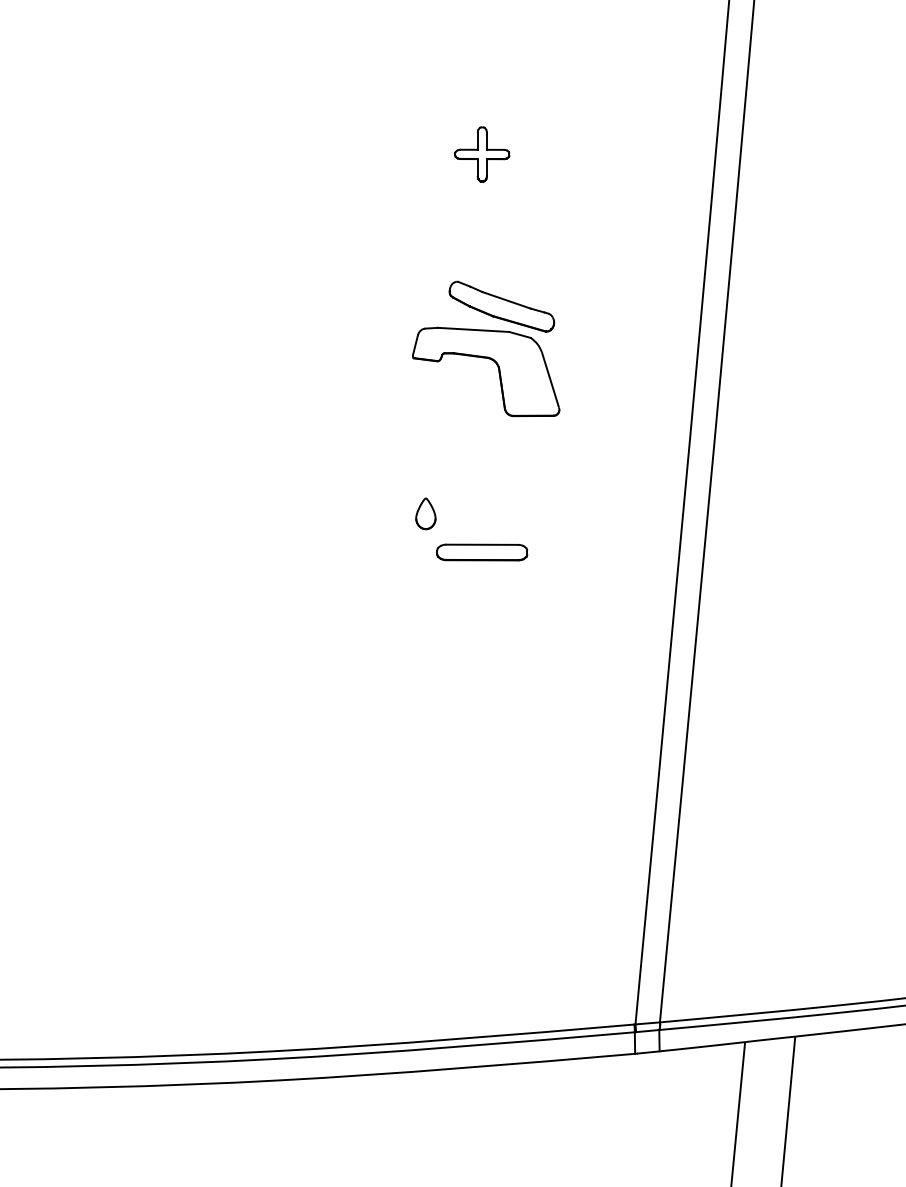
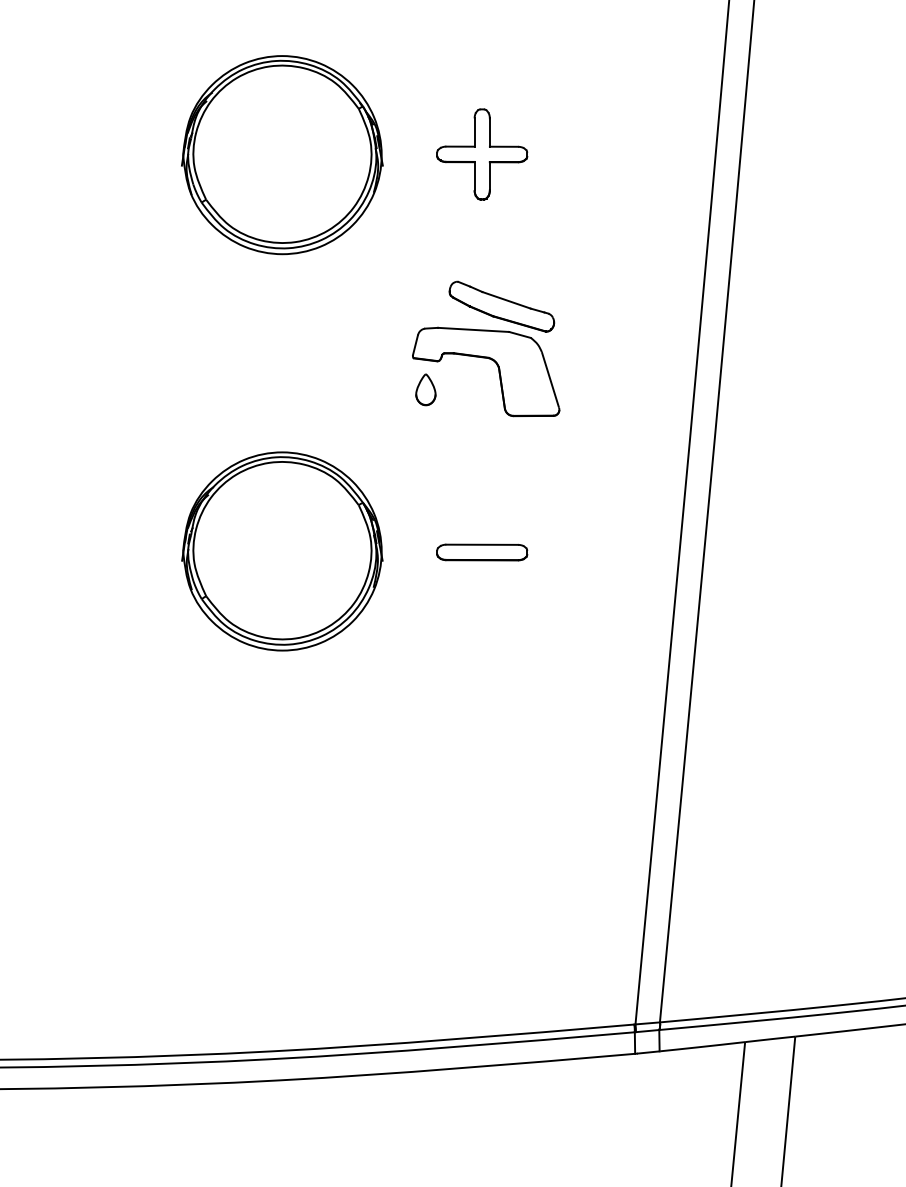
part at (482, 154) size: 57x57 px -> 93x93 px
part at (282, 155): none -> present
part at (425, 513) position: (425, 513) -> (425, 389)
part at (282, 551): none -> present
